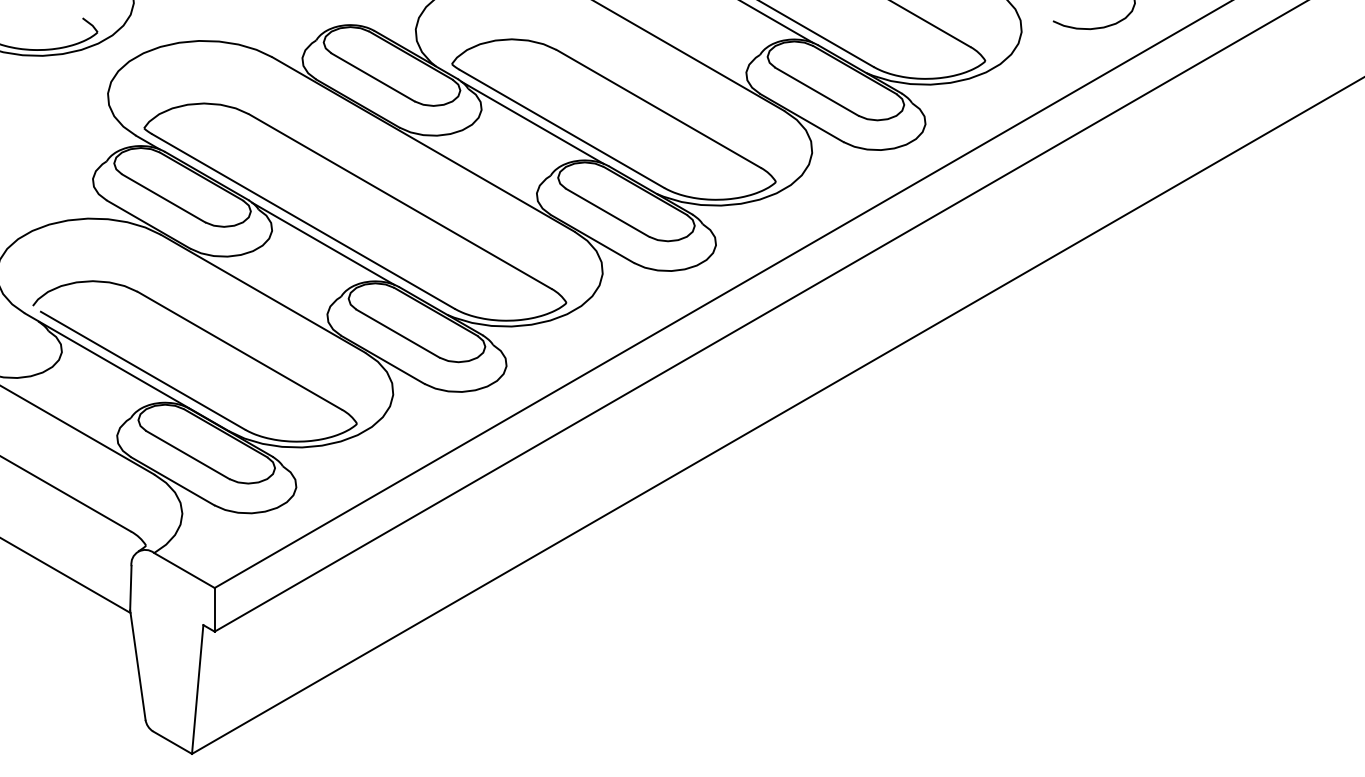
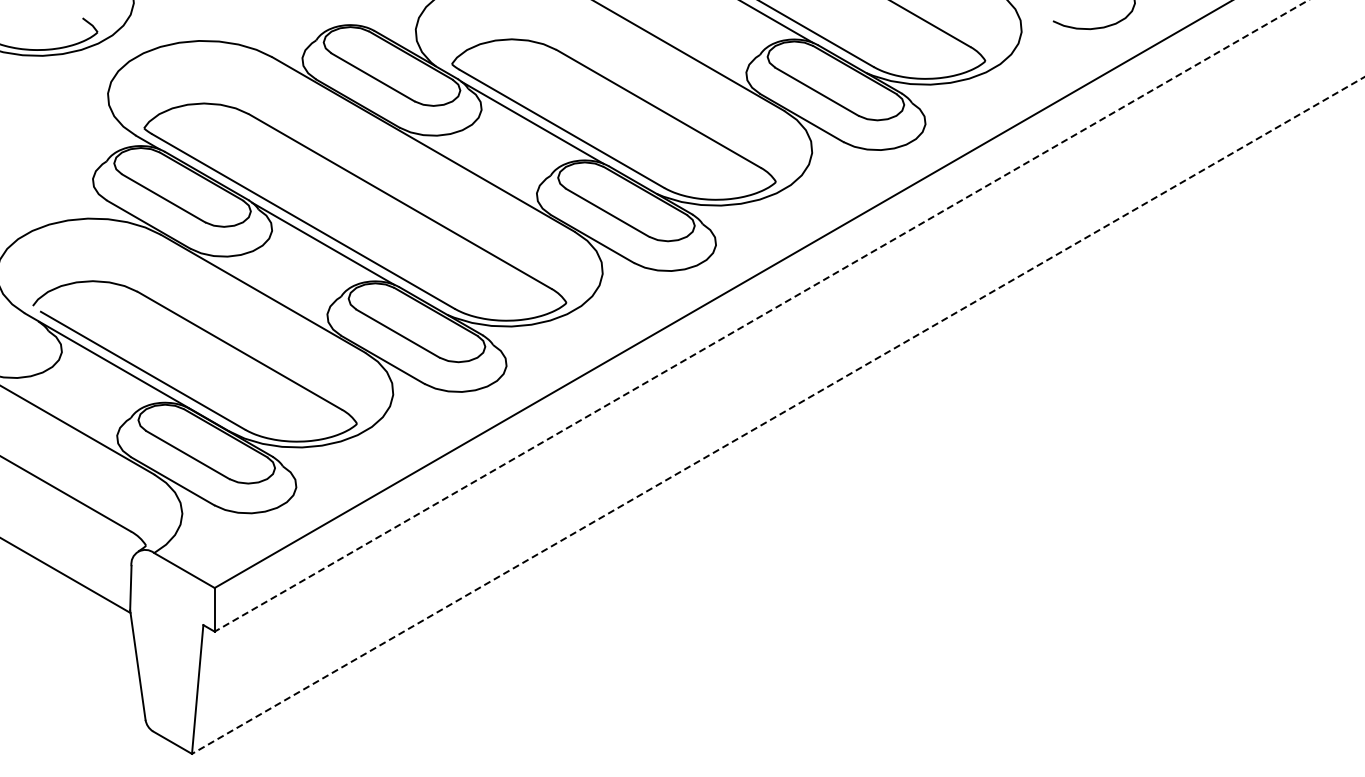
line at (761, 316): solid -> dashed
line at (778, 415): solid -> dashed
